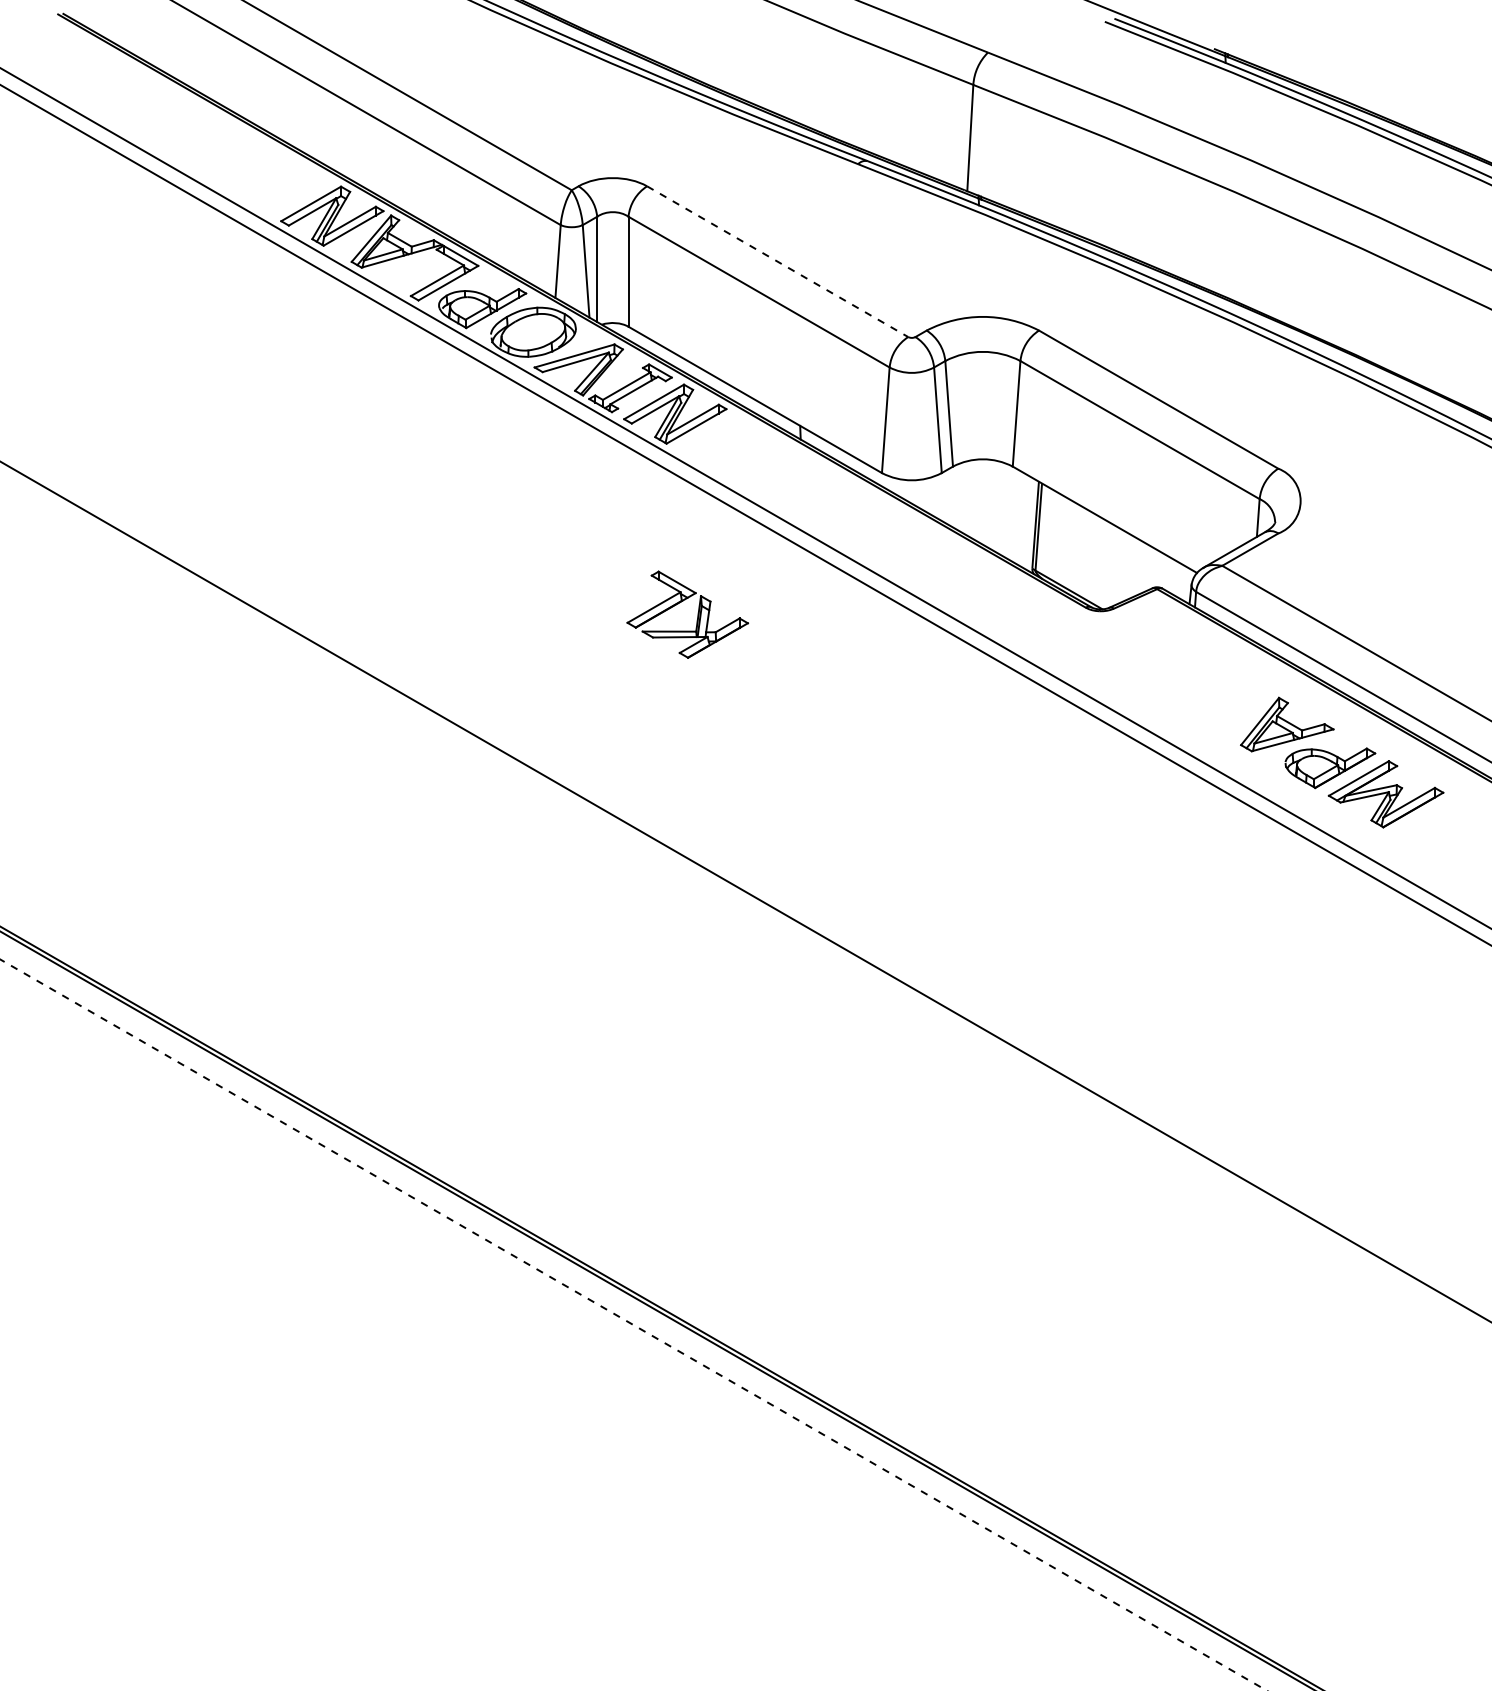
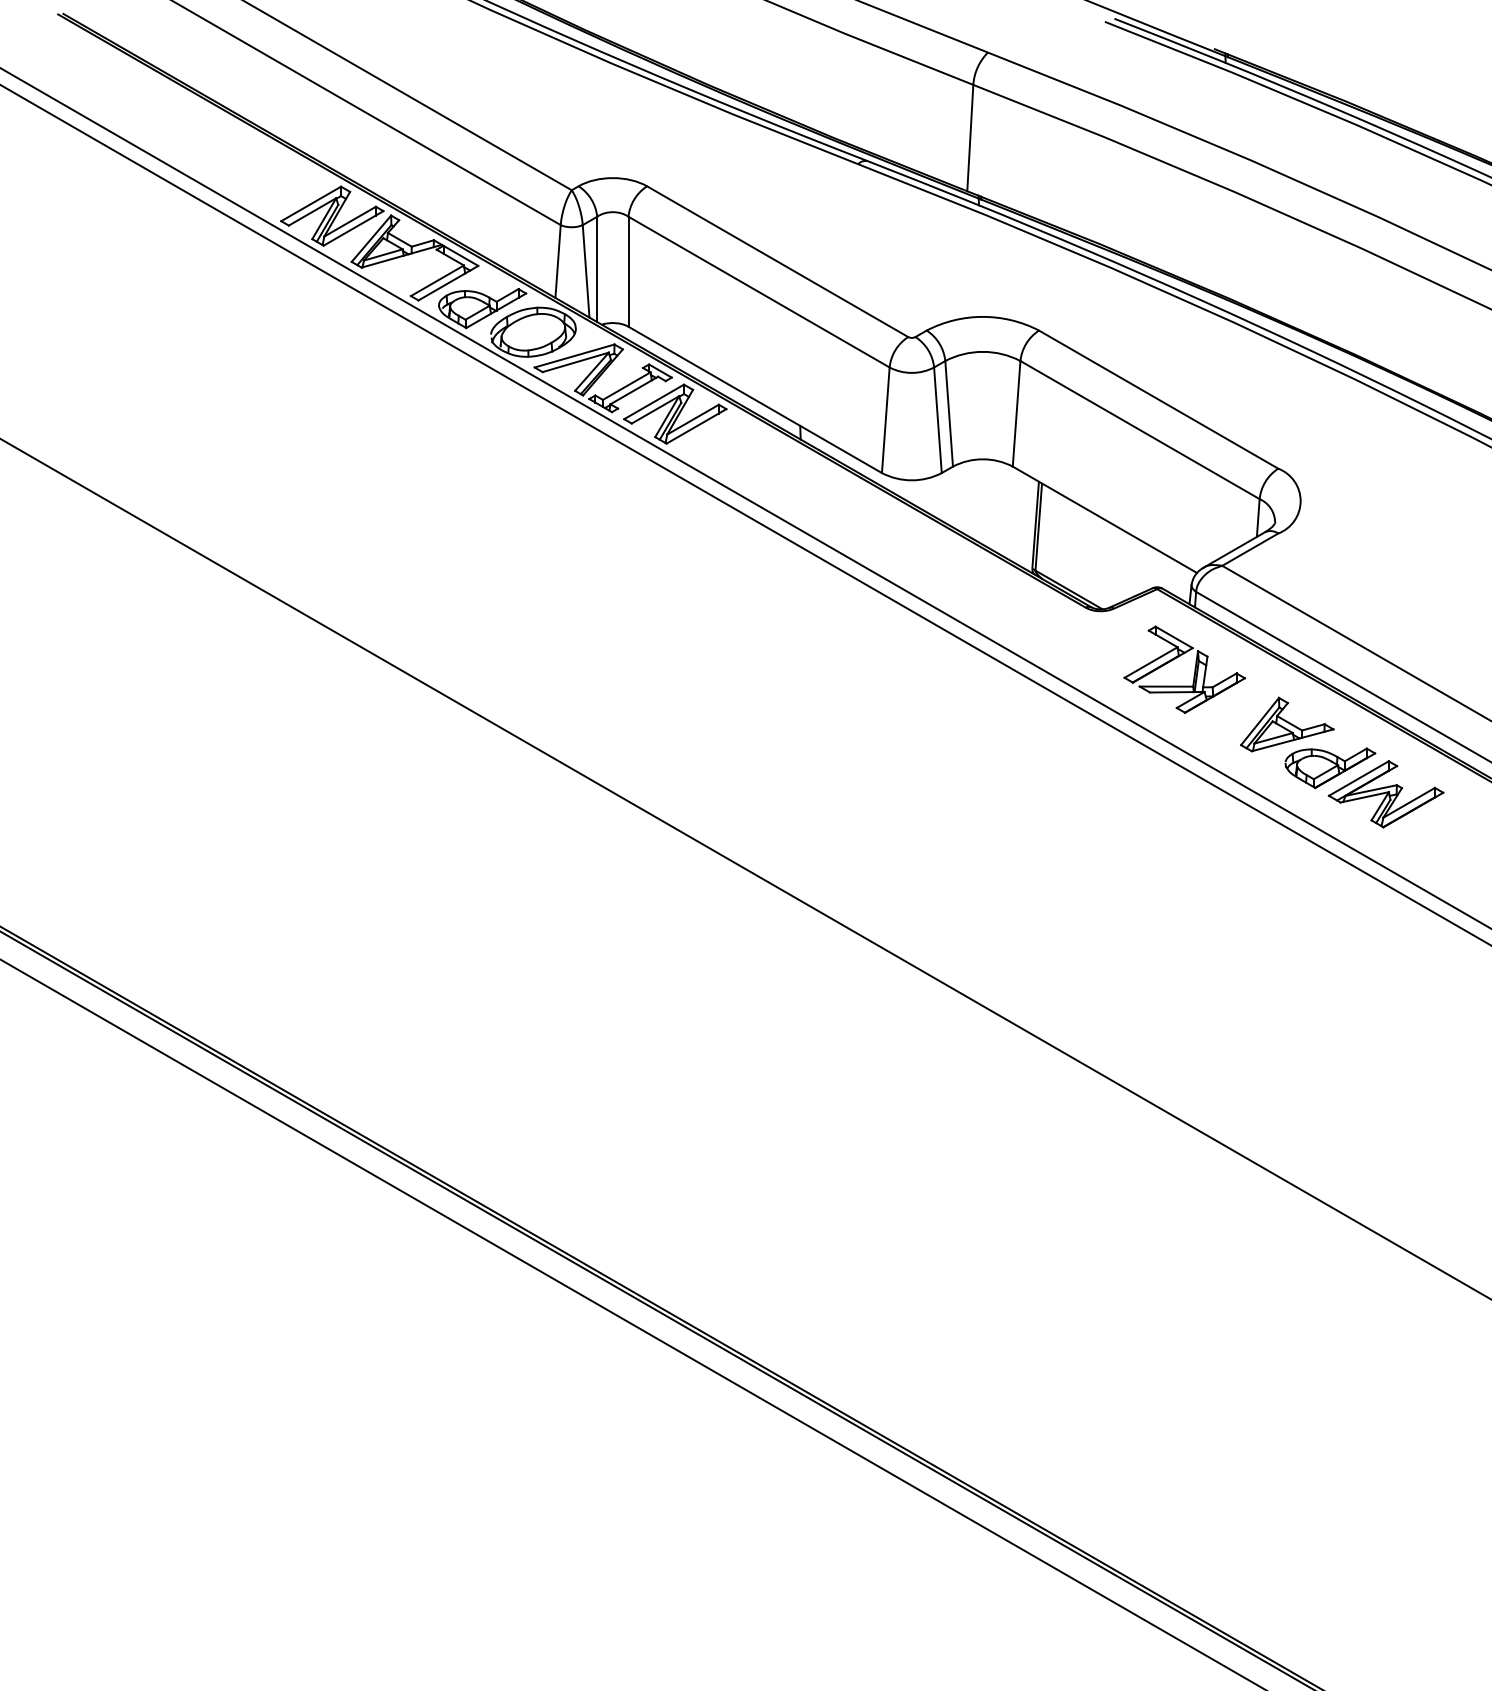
line at (777, 261): dashed -> solid
part at (697, 614) position: (697, 614) -> (1194, 669)
line at (745, 891) position: (745, 891) -> (745, 869)
line at (634, 1325): dashed -> solid
